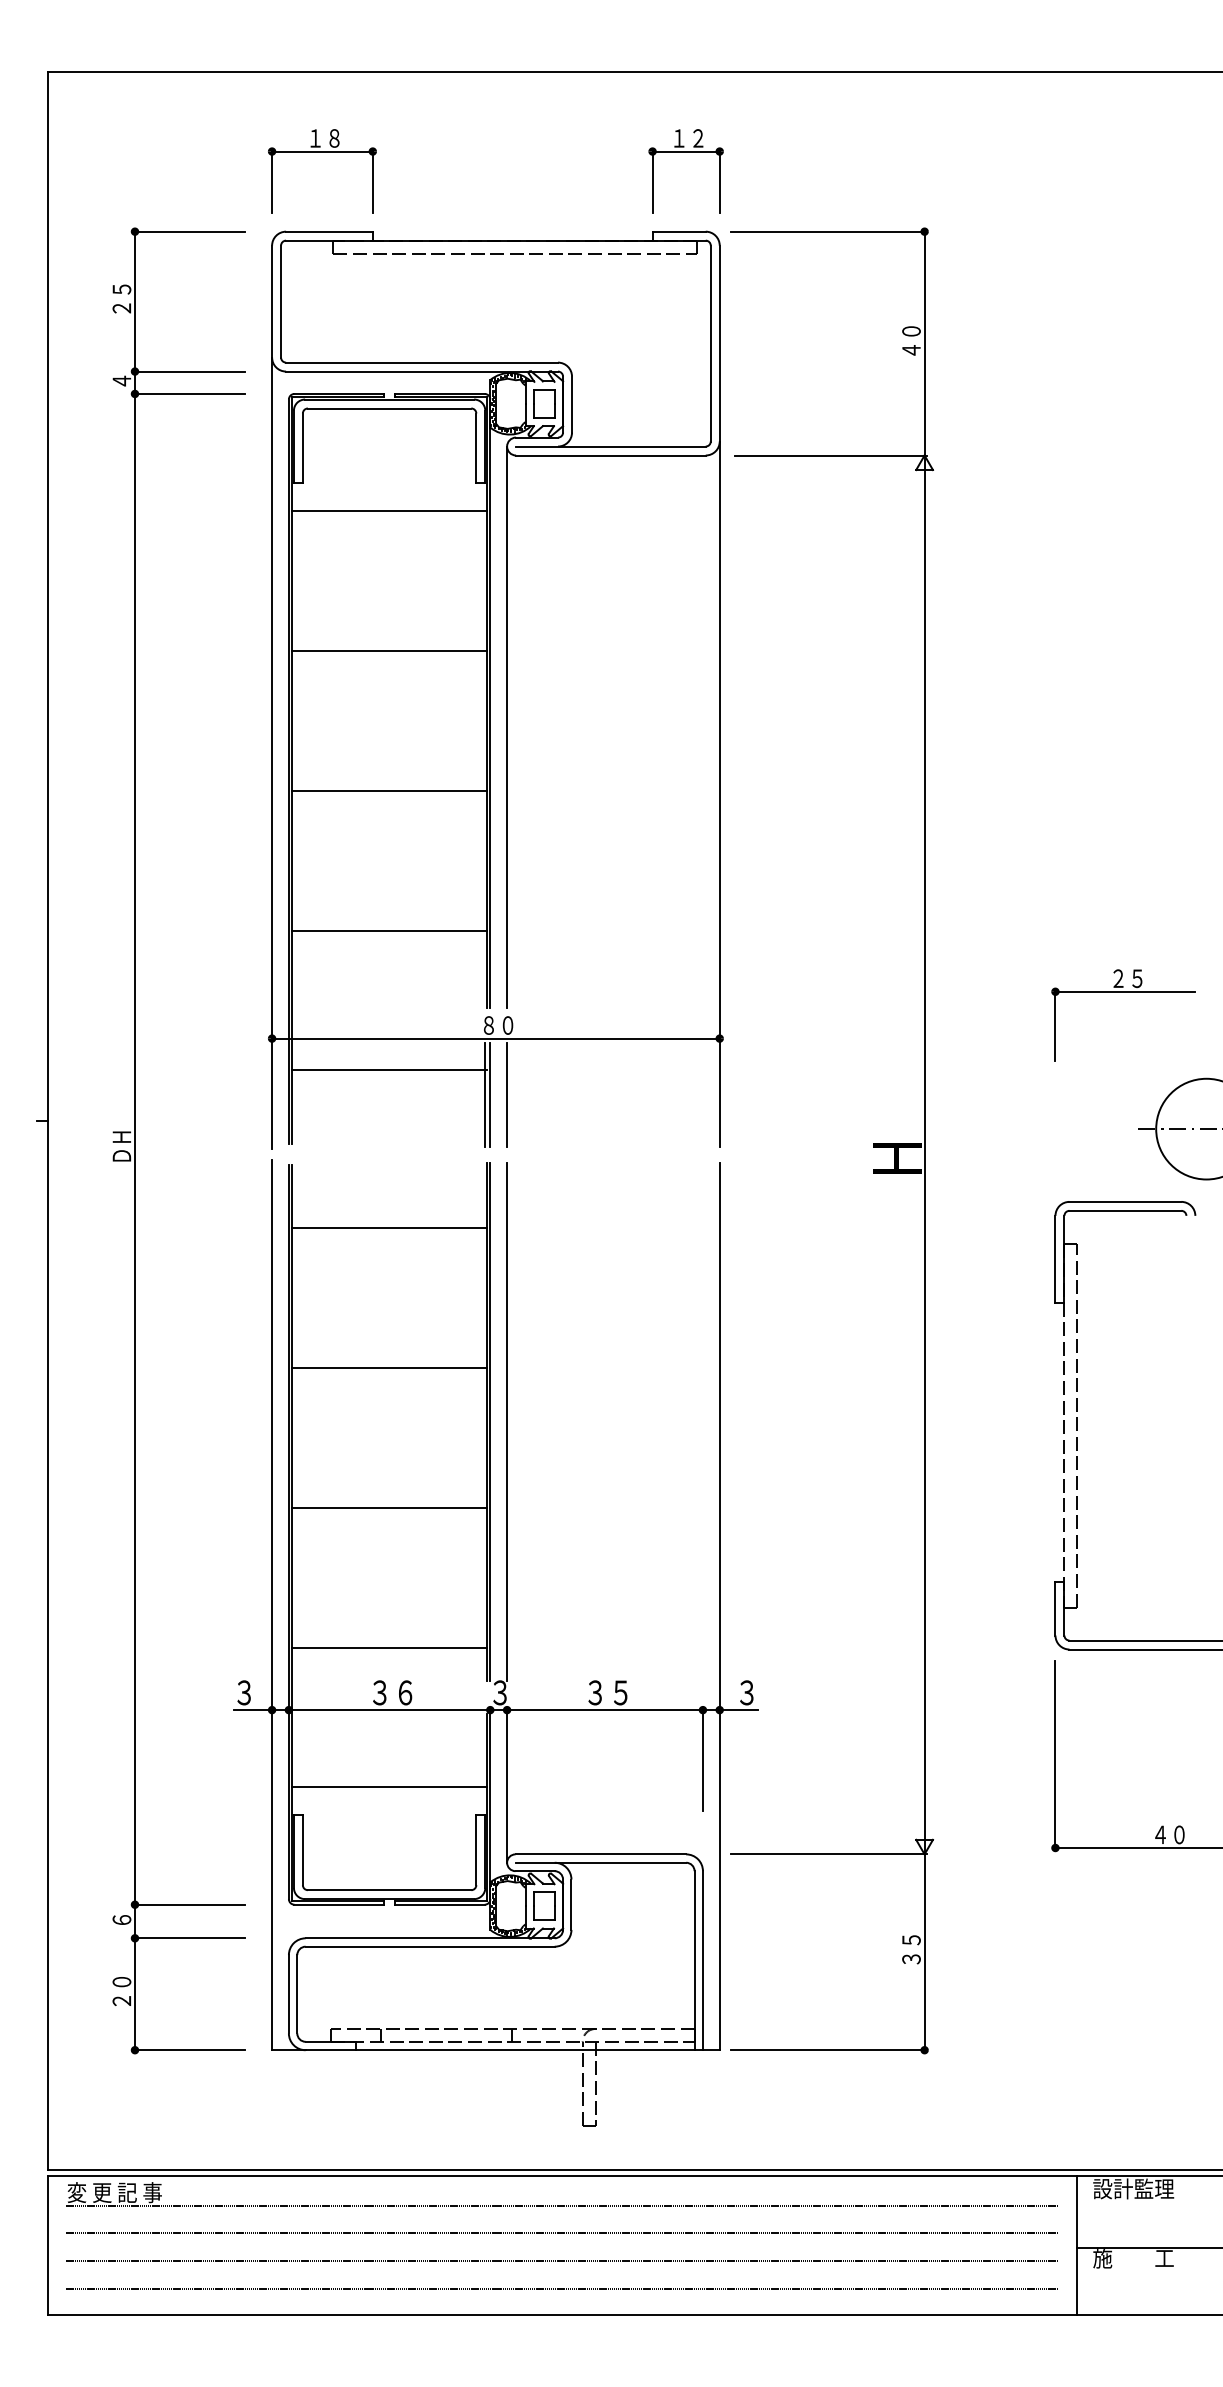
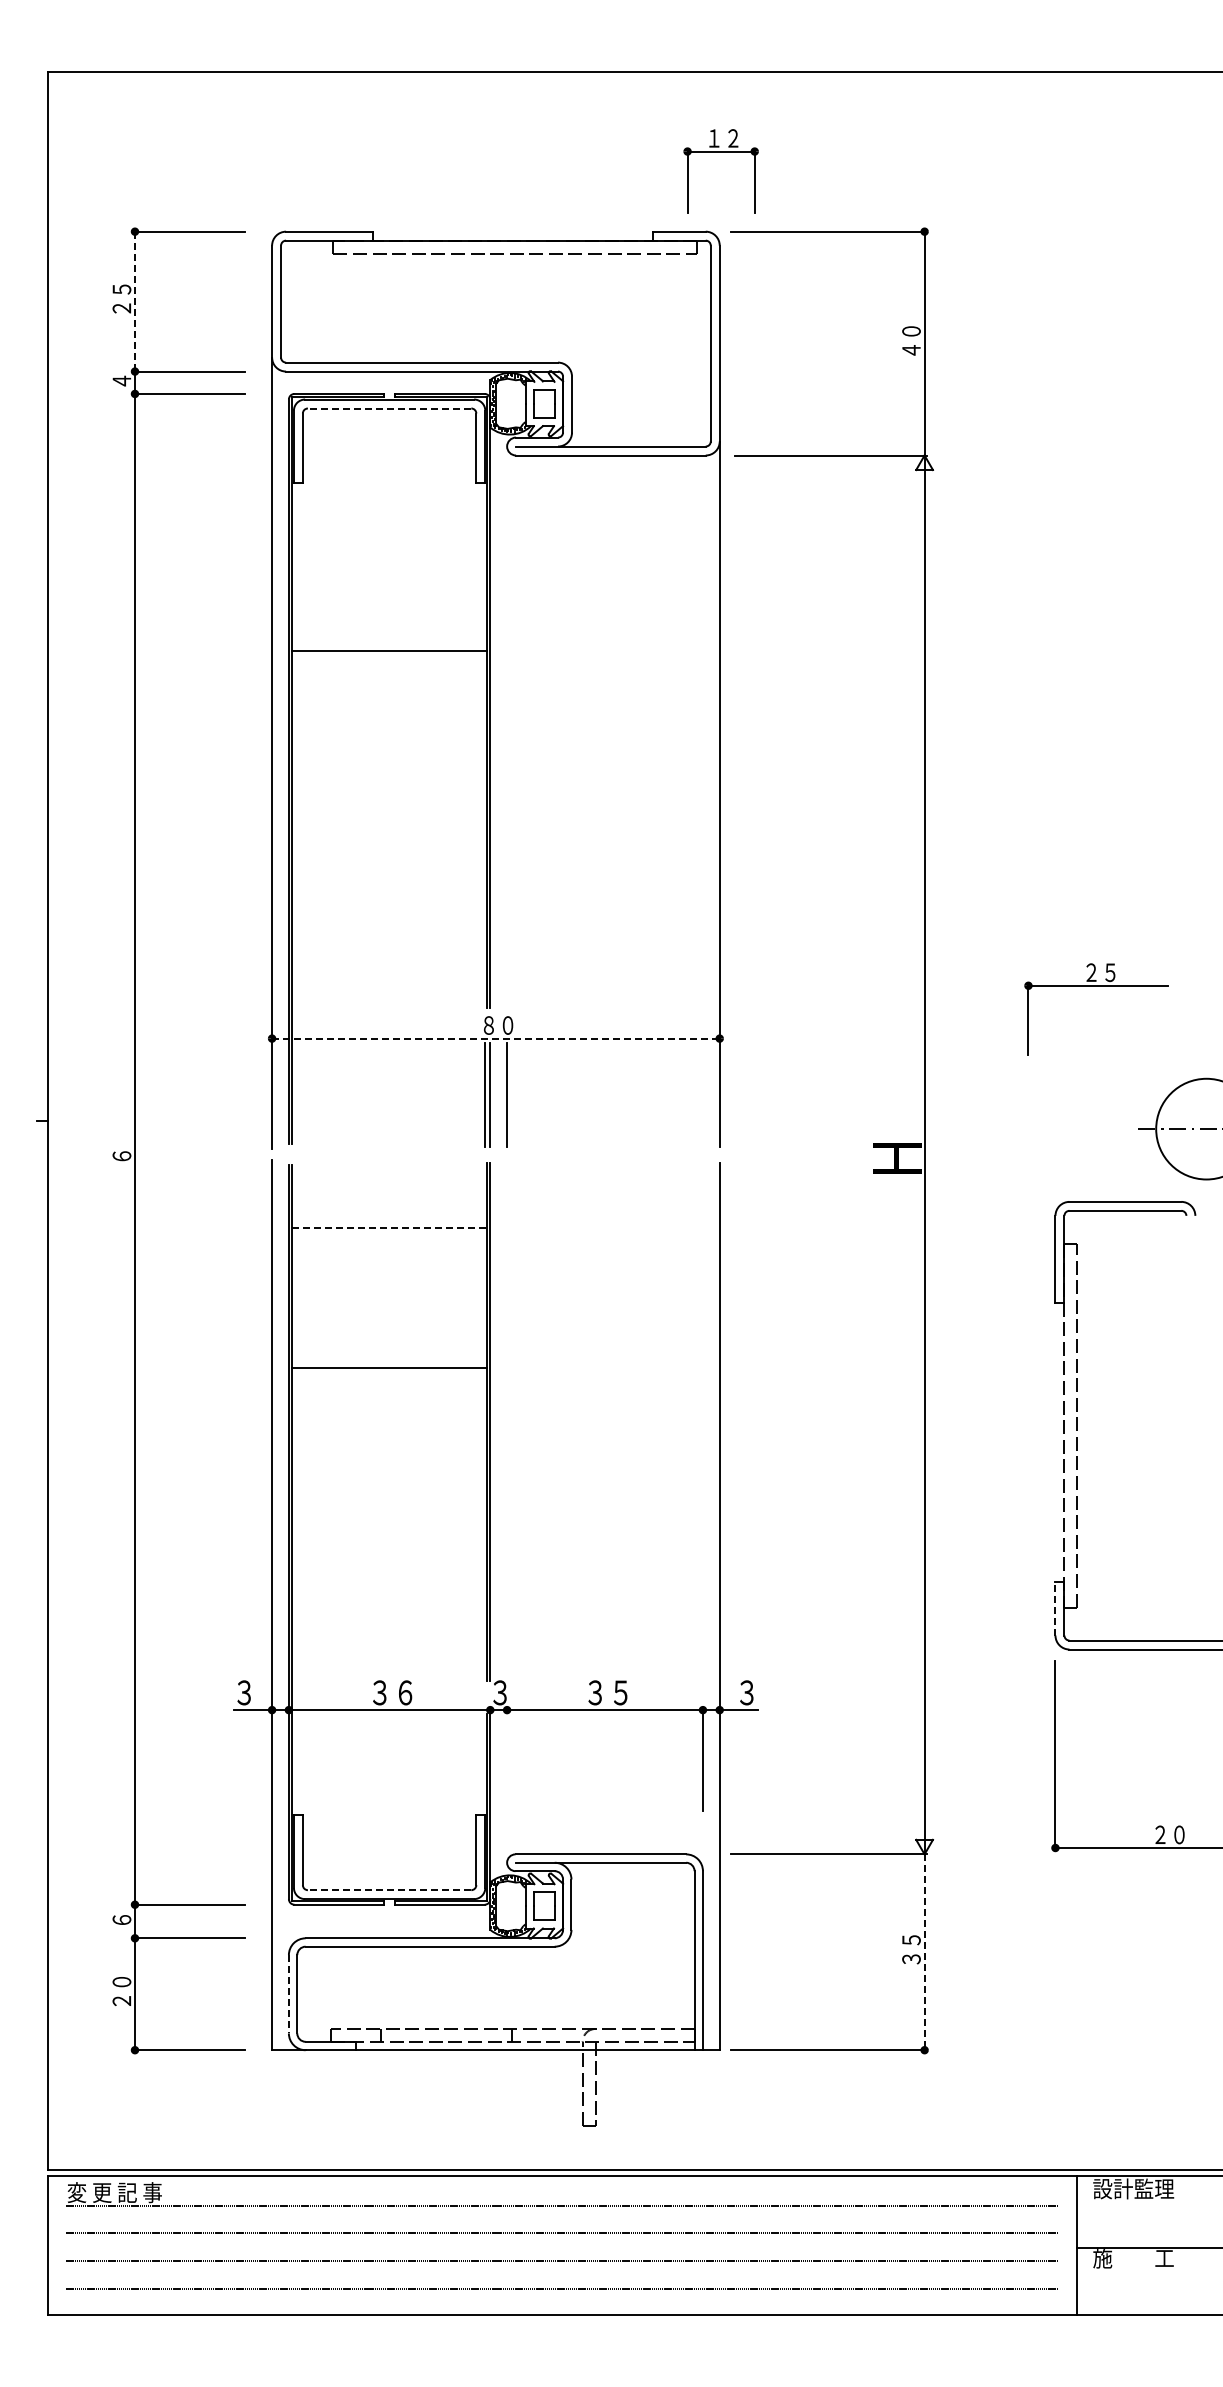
part at (322, 152): present -> none
part at (685, 152) position: (685, 152) -> (720, 152)
line at (135, 301): solid -> dashed
line at (389, 408): solid -> dashed
line at (389, 511): present -> none
line at (507, 726): present -> none
line at (389, 790): present -> none
line at (389, 930): present -> none
part at (1123, 992) position: (1123, 992) -> (1096, 986)
line at (495, 1038): solid -> dashed
line at (389, 1070): present -> none
text at (121, 1146): ＤＨ -> ６
line at (390, 1228): solid -> dashed
line at (507, 1422): present -> none
line at (389, 1508): present -> none
line at (1055, 1608): solid -> dashed
line at (389, 1647): present -> none
line at (389, 1787): present -> none
line at (507, 1787): present -> none
text at (1160, 1834): ４０ -> ２０
line at (389, 1890): solid -> dashed
line at (924, 1952): solid -> dashed
line at (288, 1994): solid -> dashed
